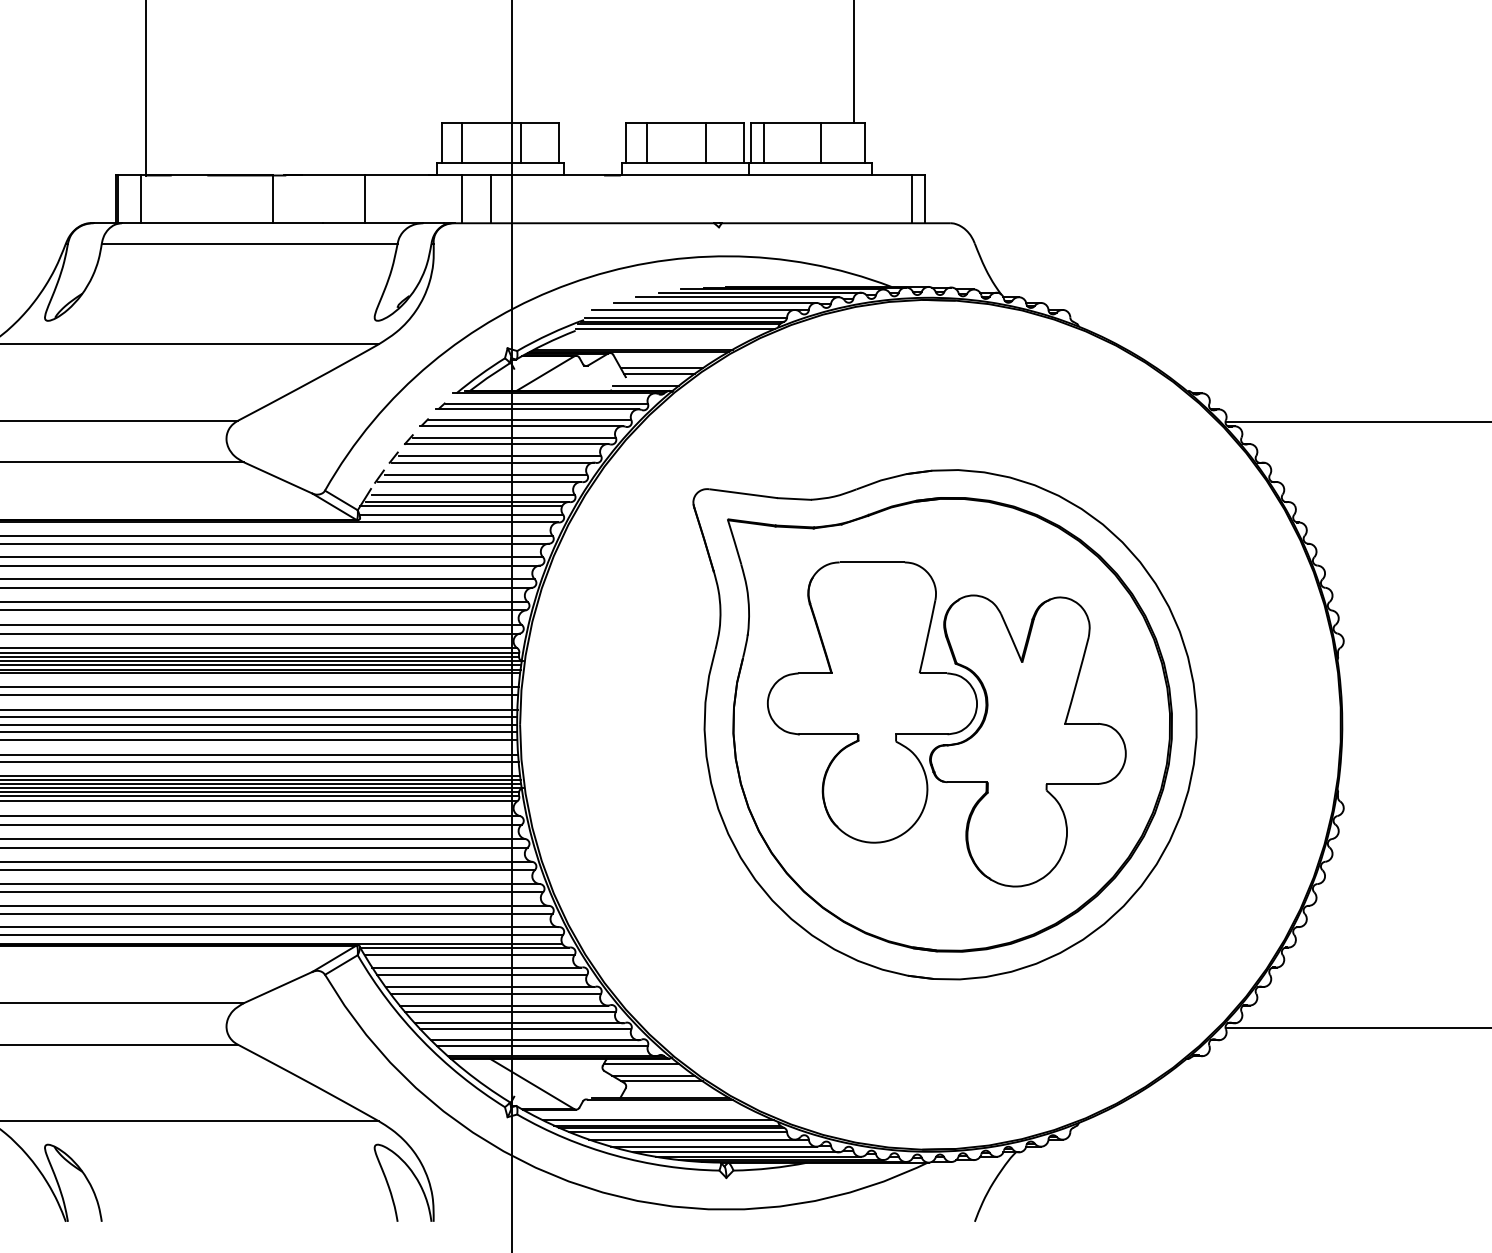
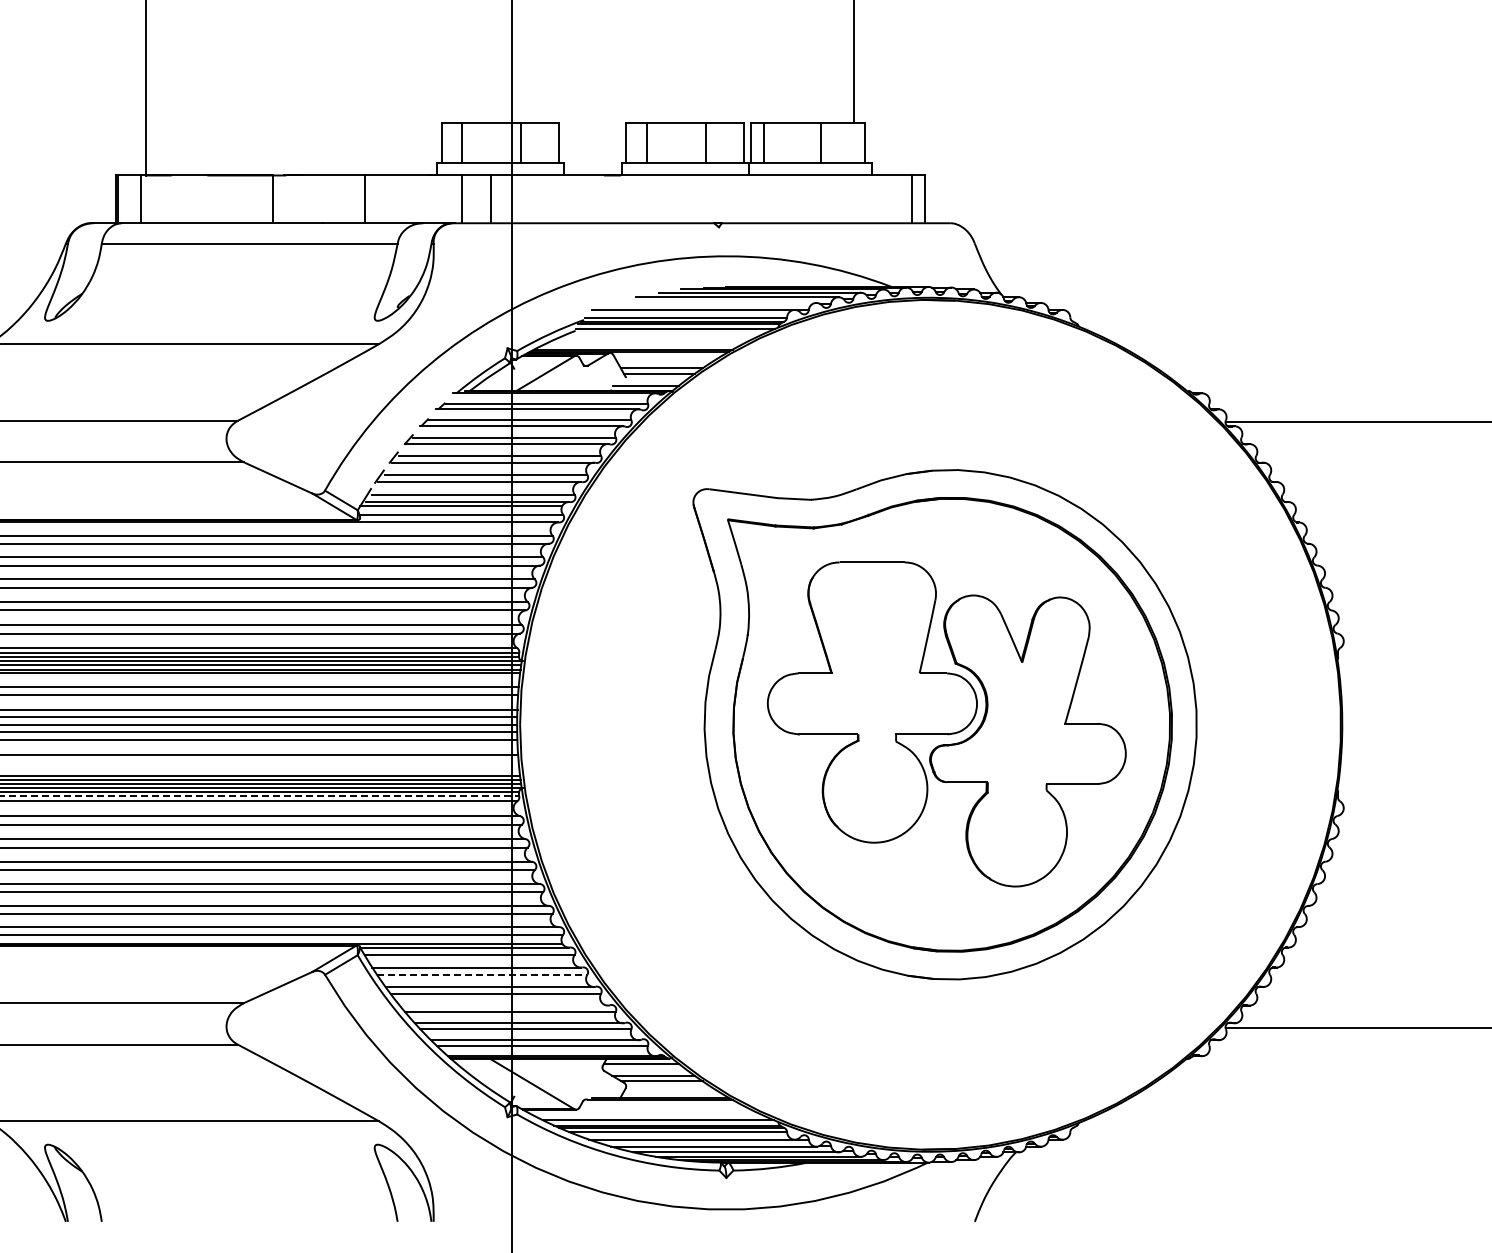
line at (715, 302): present -> none
line at (260, 762): present -> none
line at (260, 796): solid -> dashed
line at (482, 974): solid -> dashed
line at (503, 1005): present -> none
